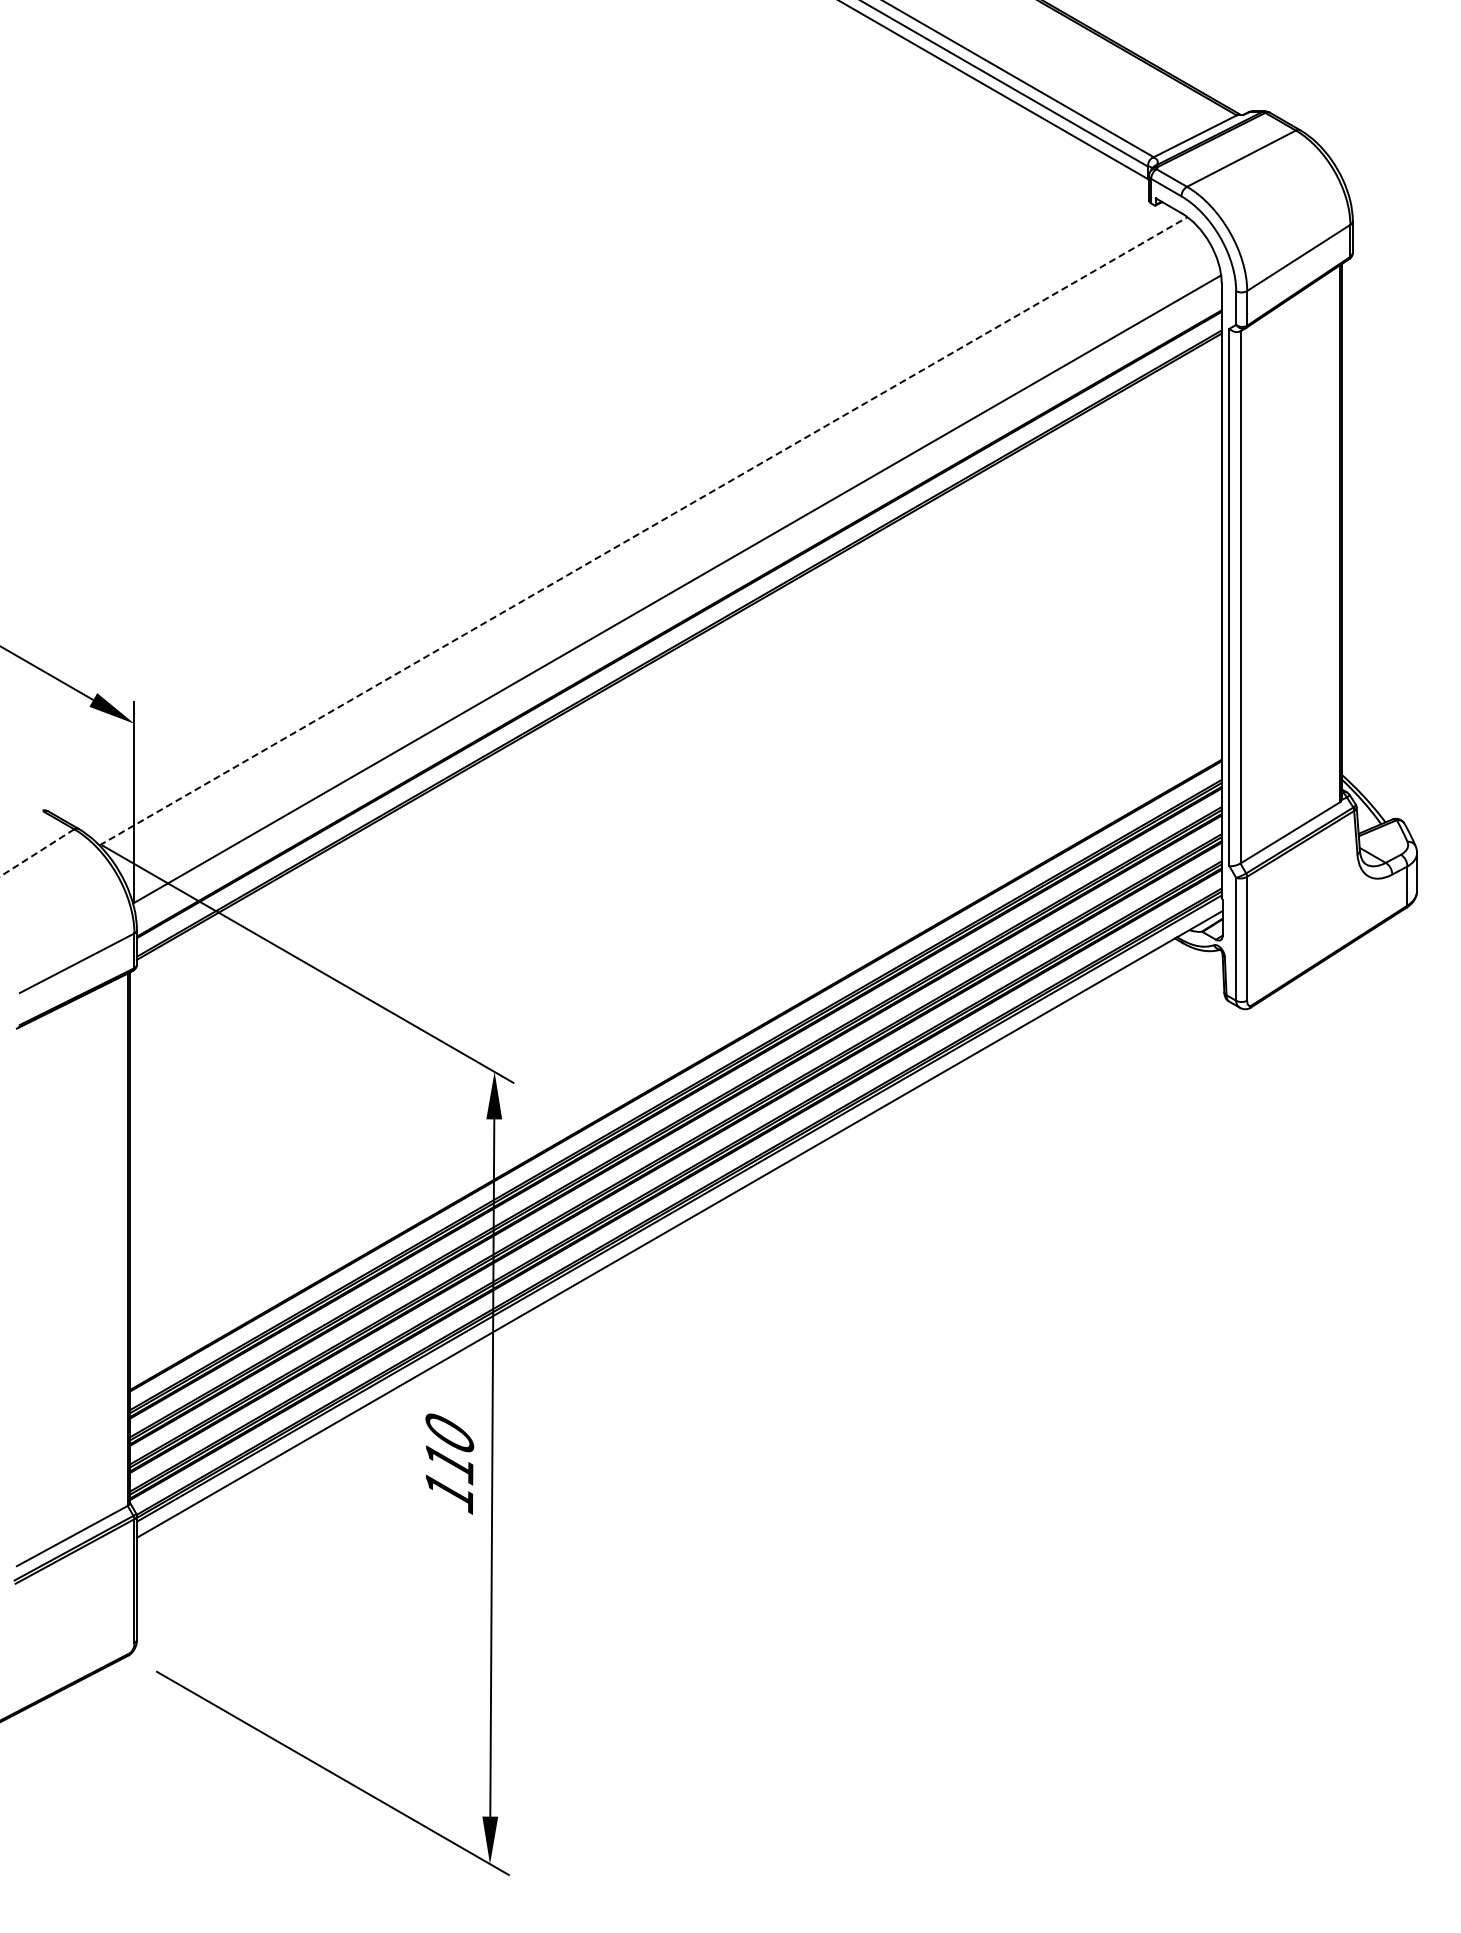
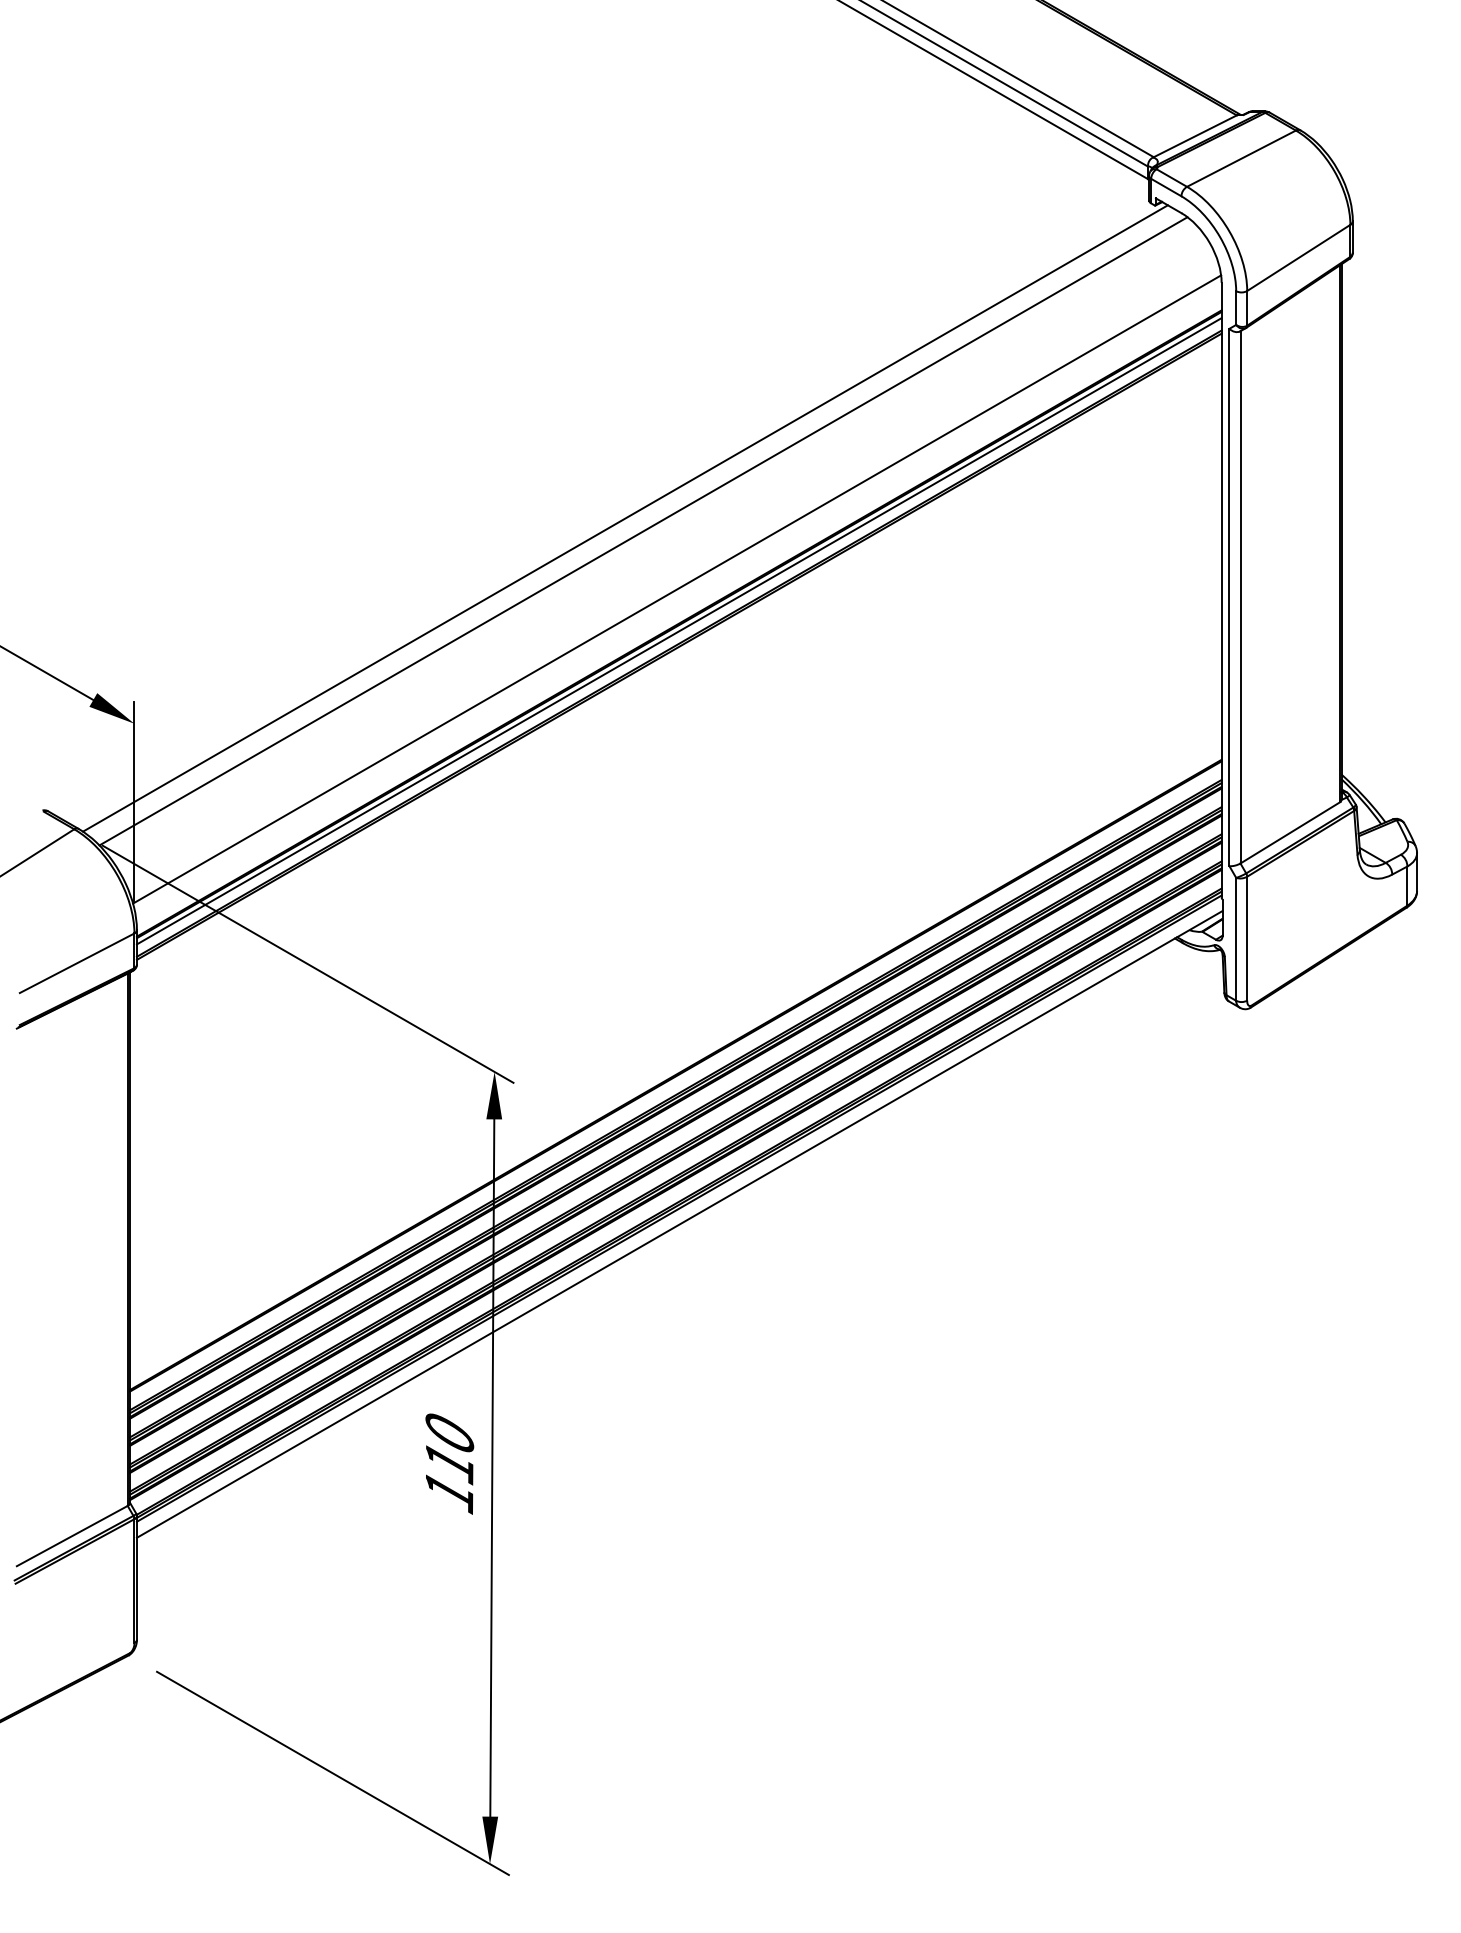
line at (625, 518): none -> present
line at (643, 531): dashed -> solid
line at (678, 631): none -> present
line at (37, 852): dashed -> solid
